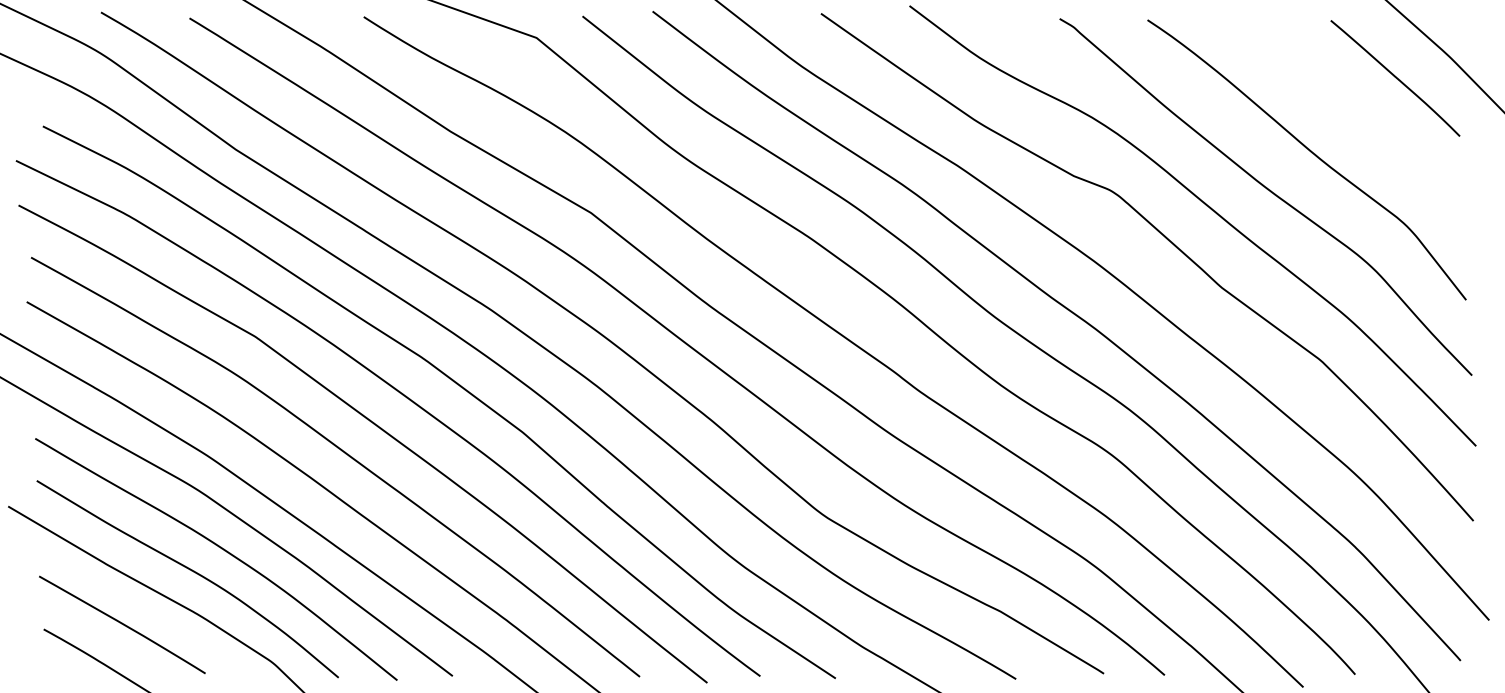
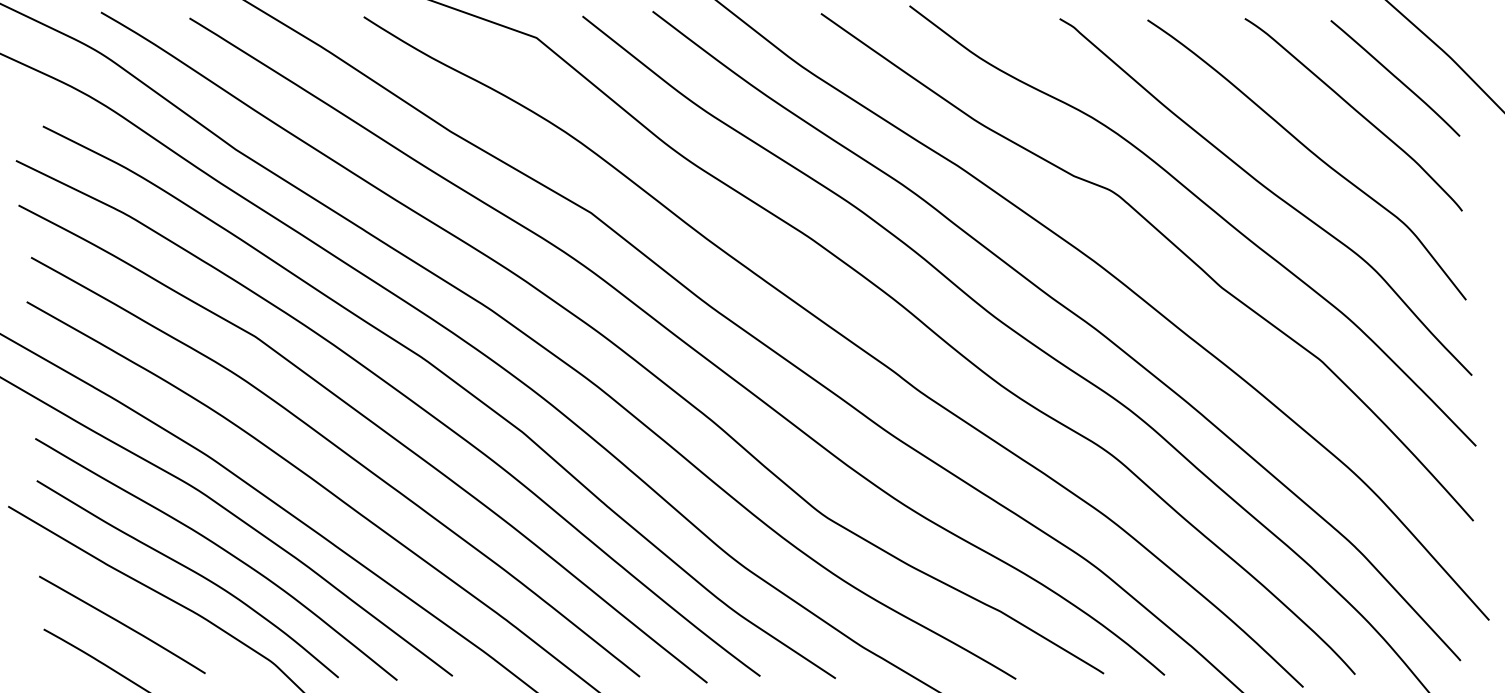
curve at (1355, 111): none -> present
